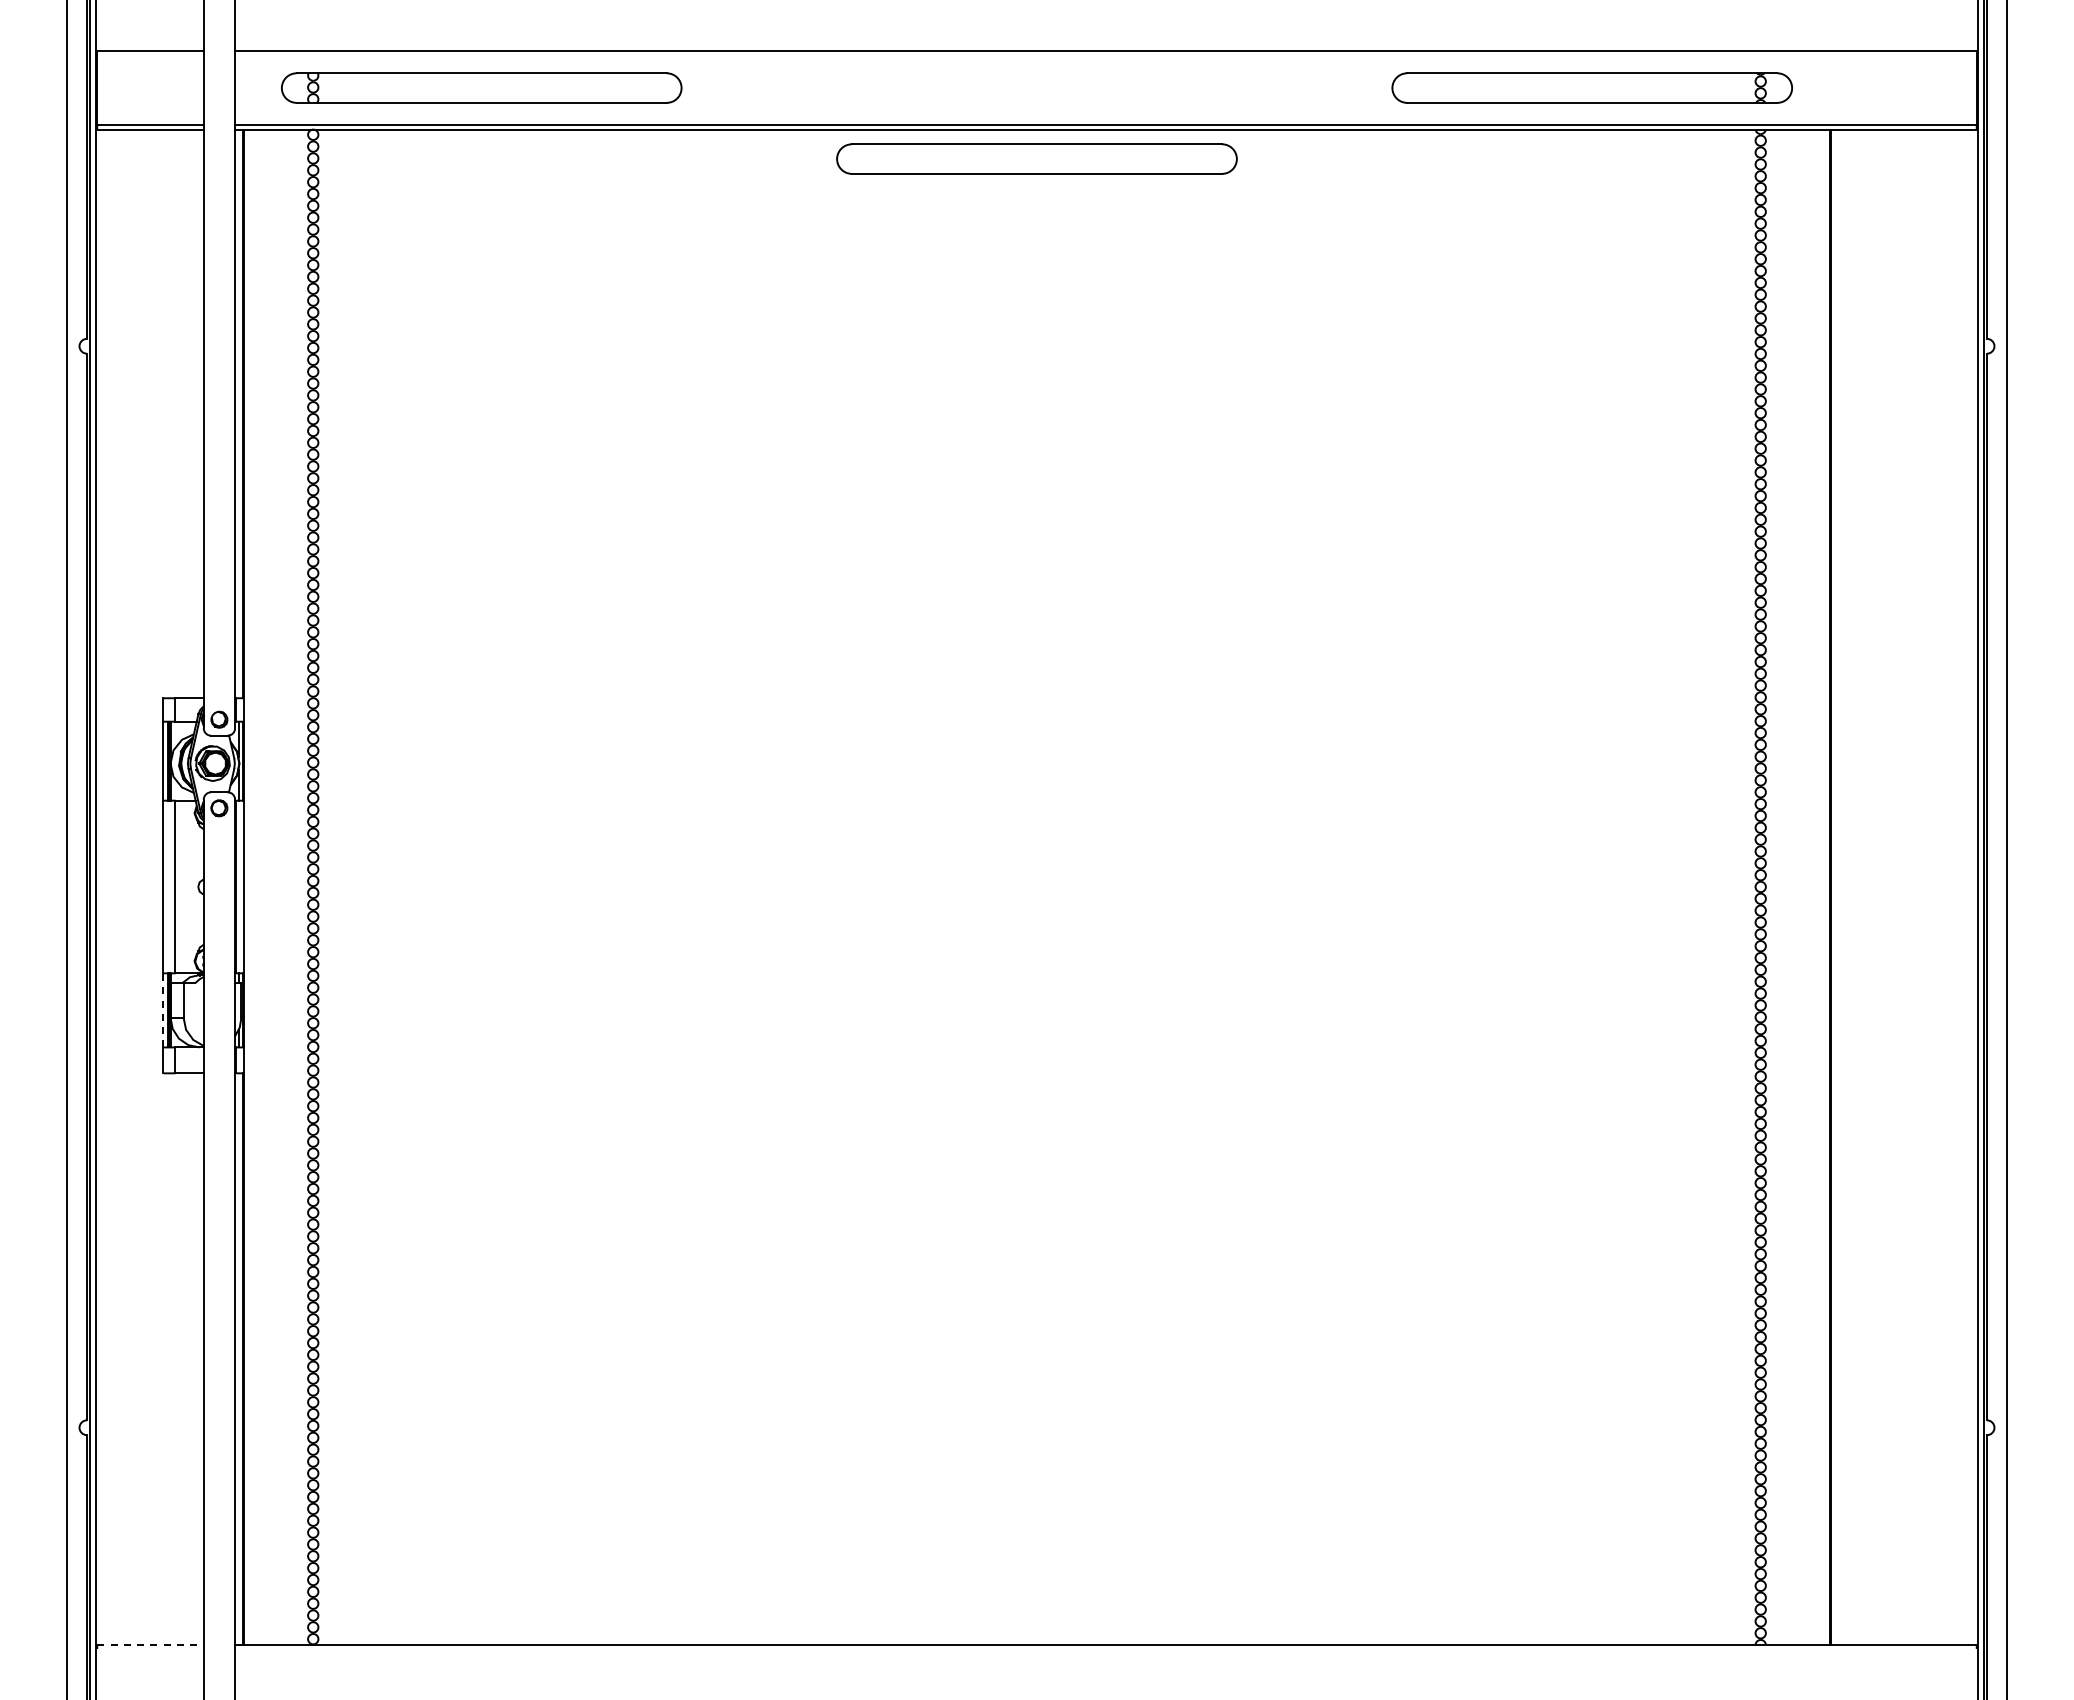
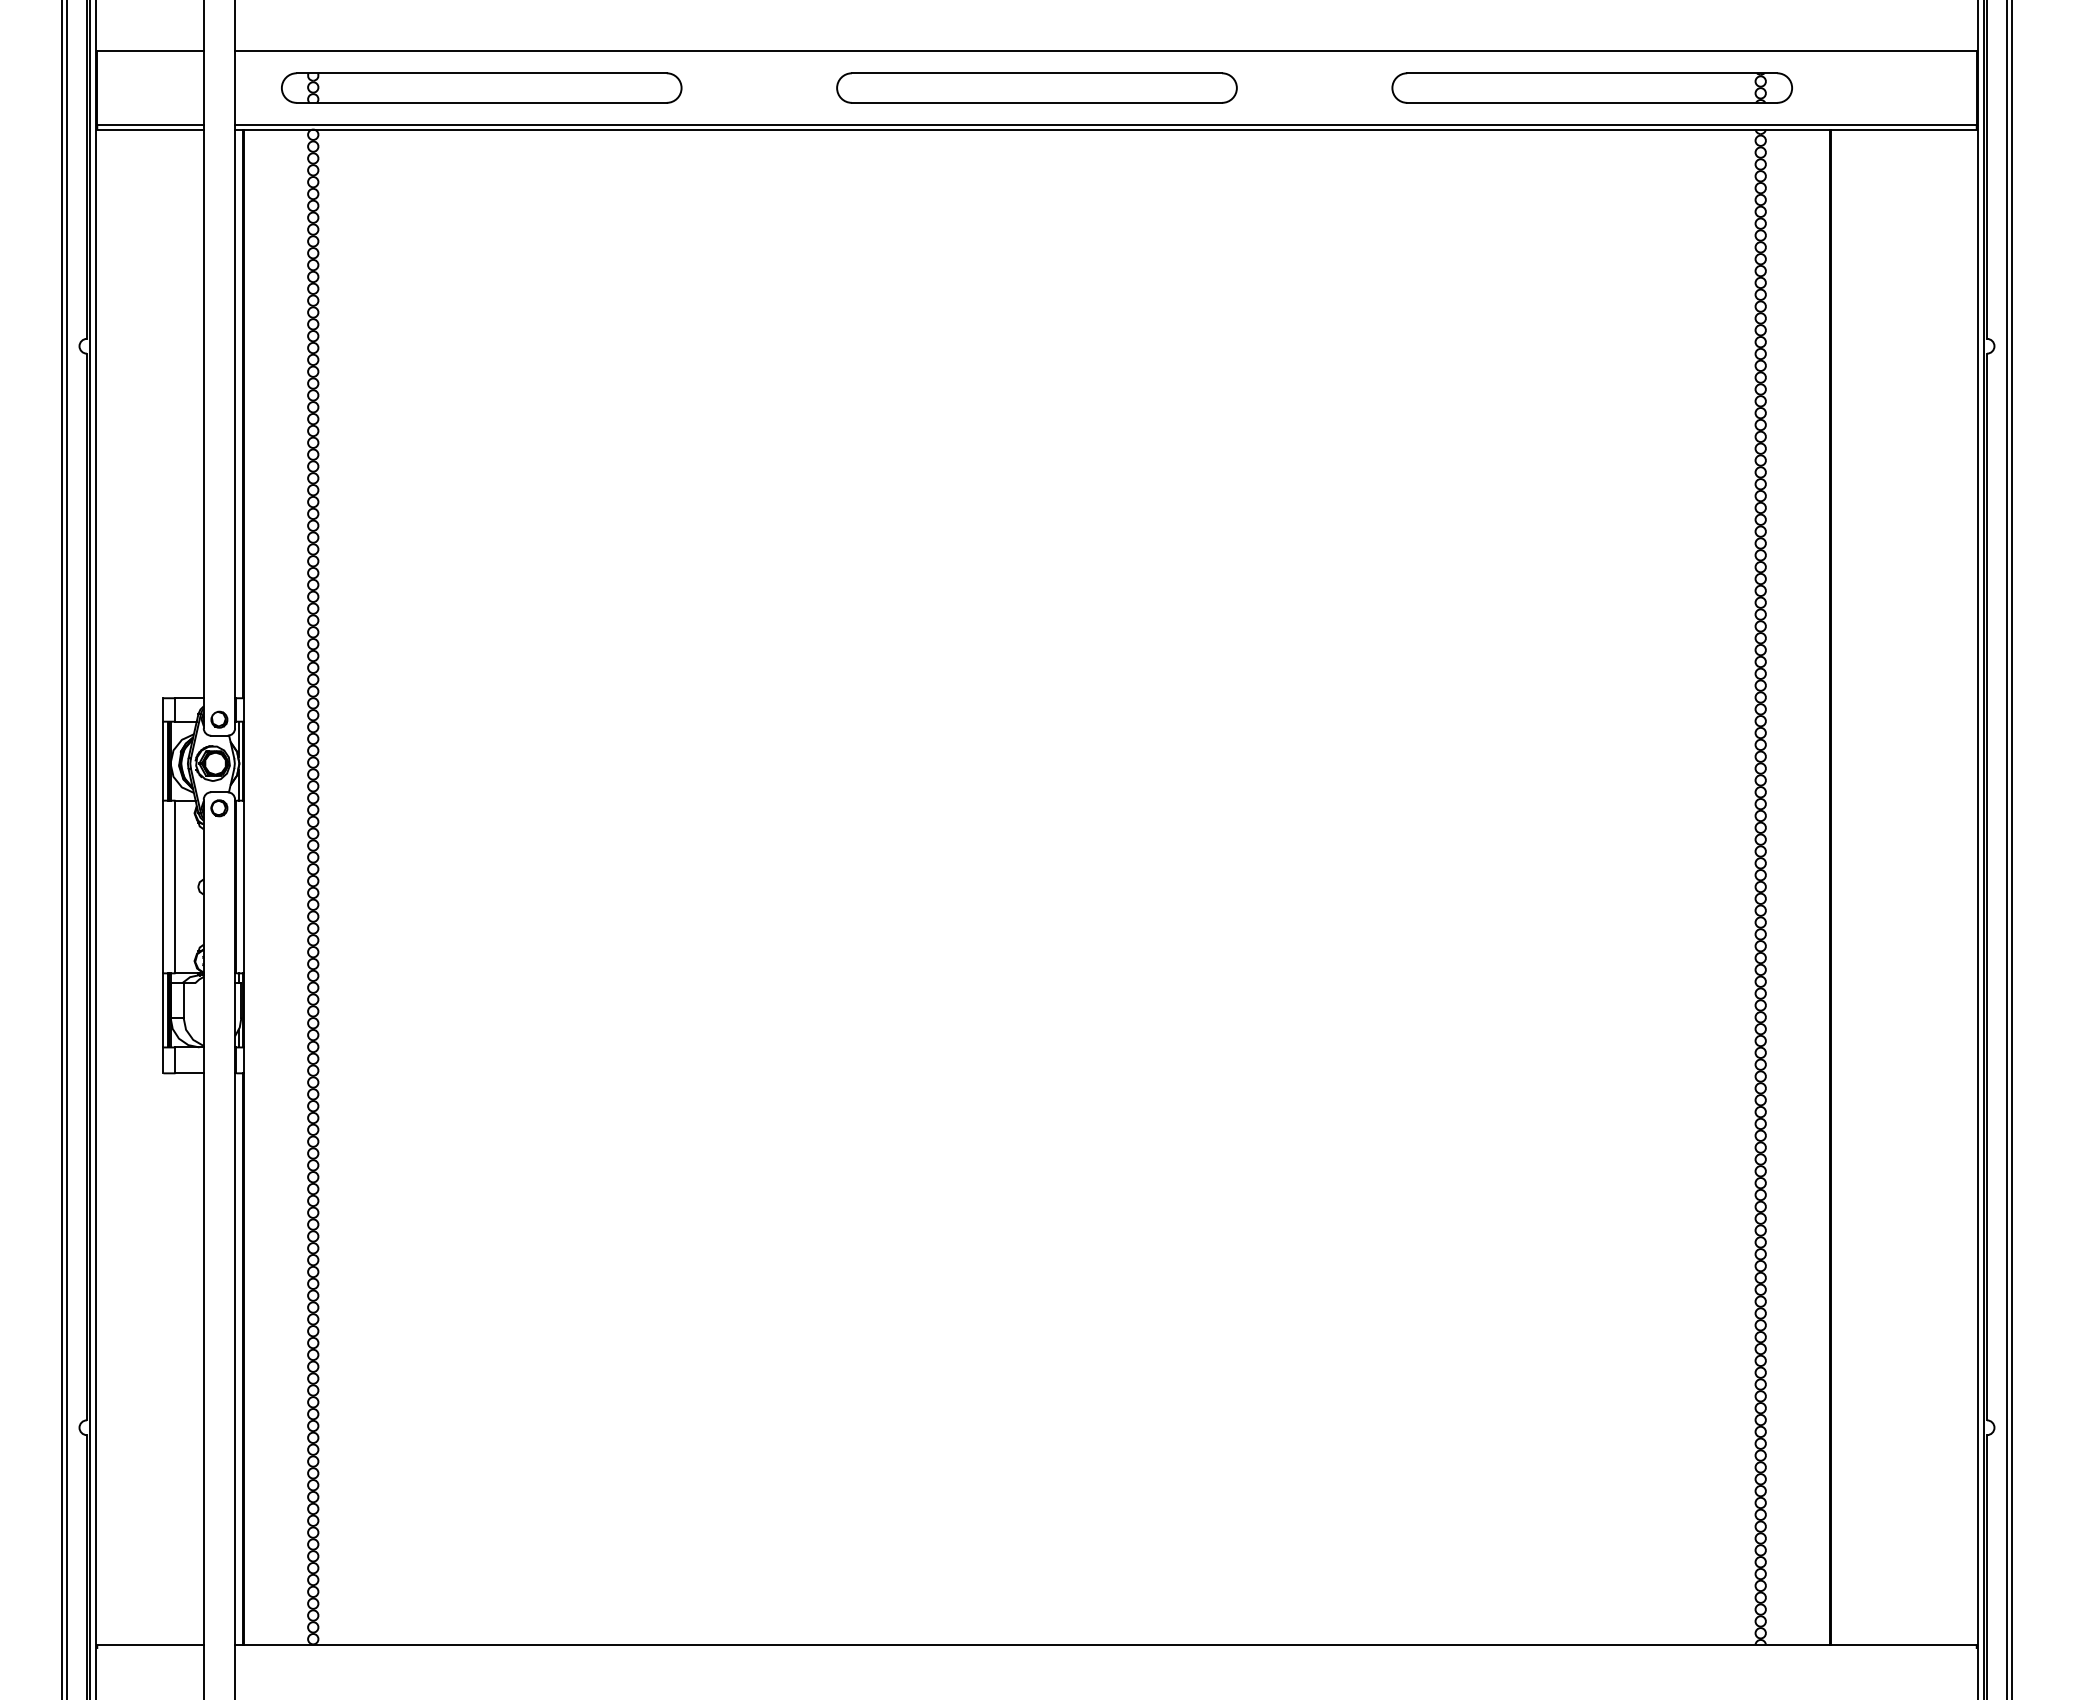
part at (1036, 158) position: (1036, 158) -> (1036, 87)
line at (62, 849): none -> present
line at (2011, 849): none -> present
line at (163, 1009): dashed -> solid
line at (151, 1644): dashed -> solid
